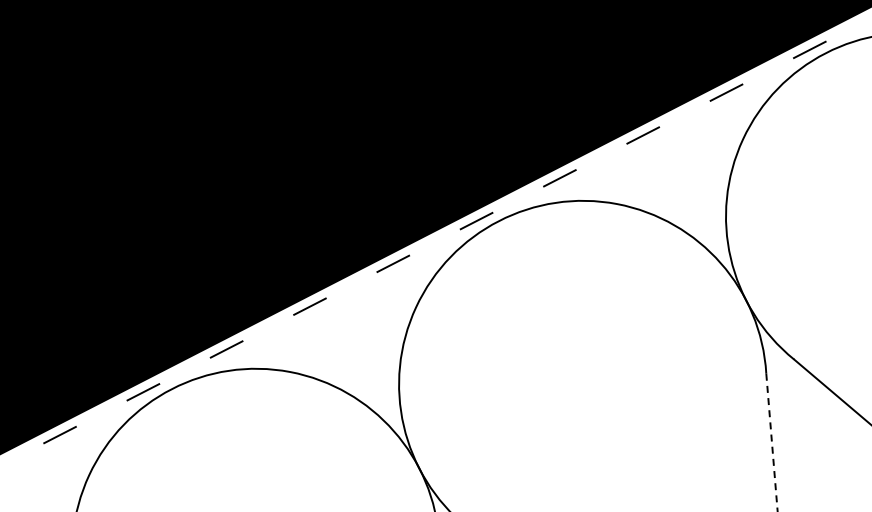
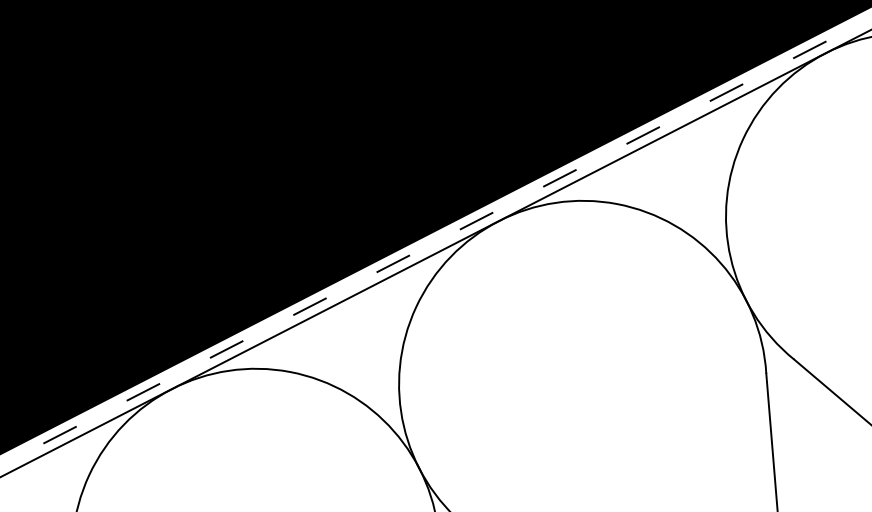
line at (435, 253): none -> present
line at (771, 442): dashed -> solid
